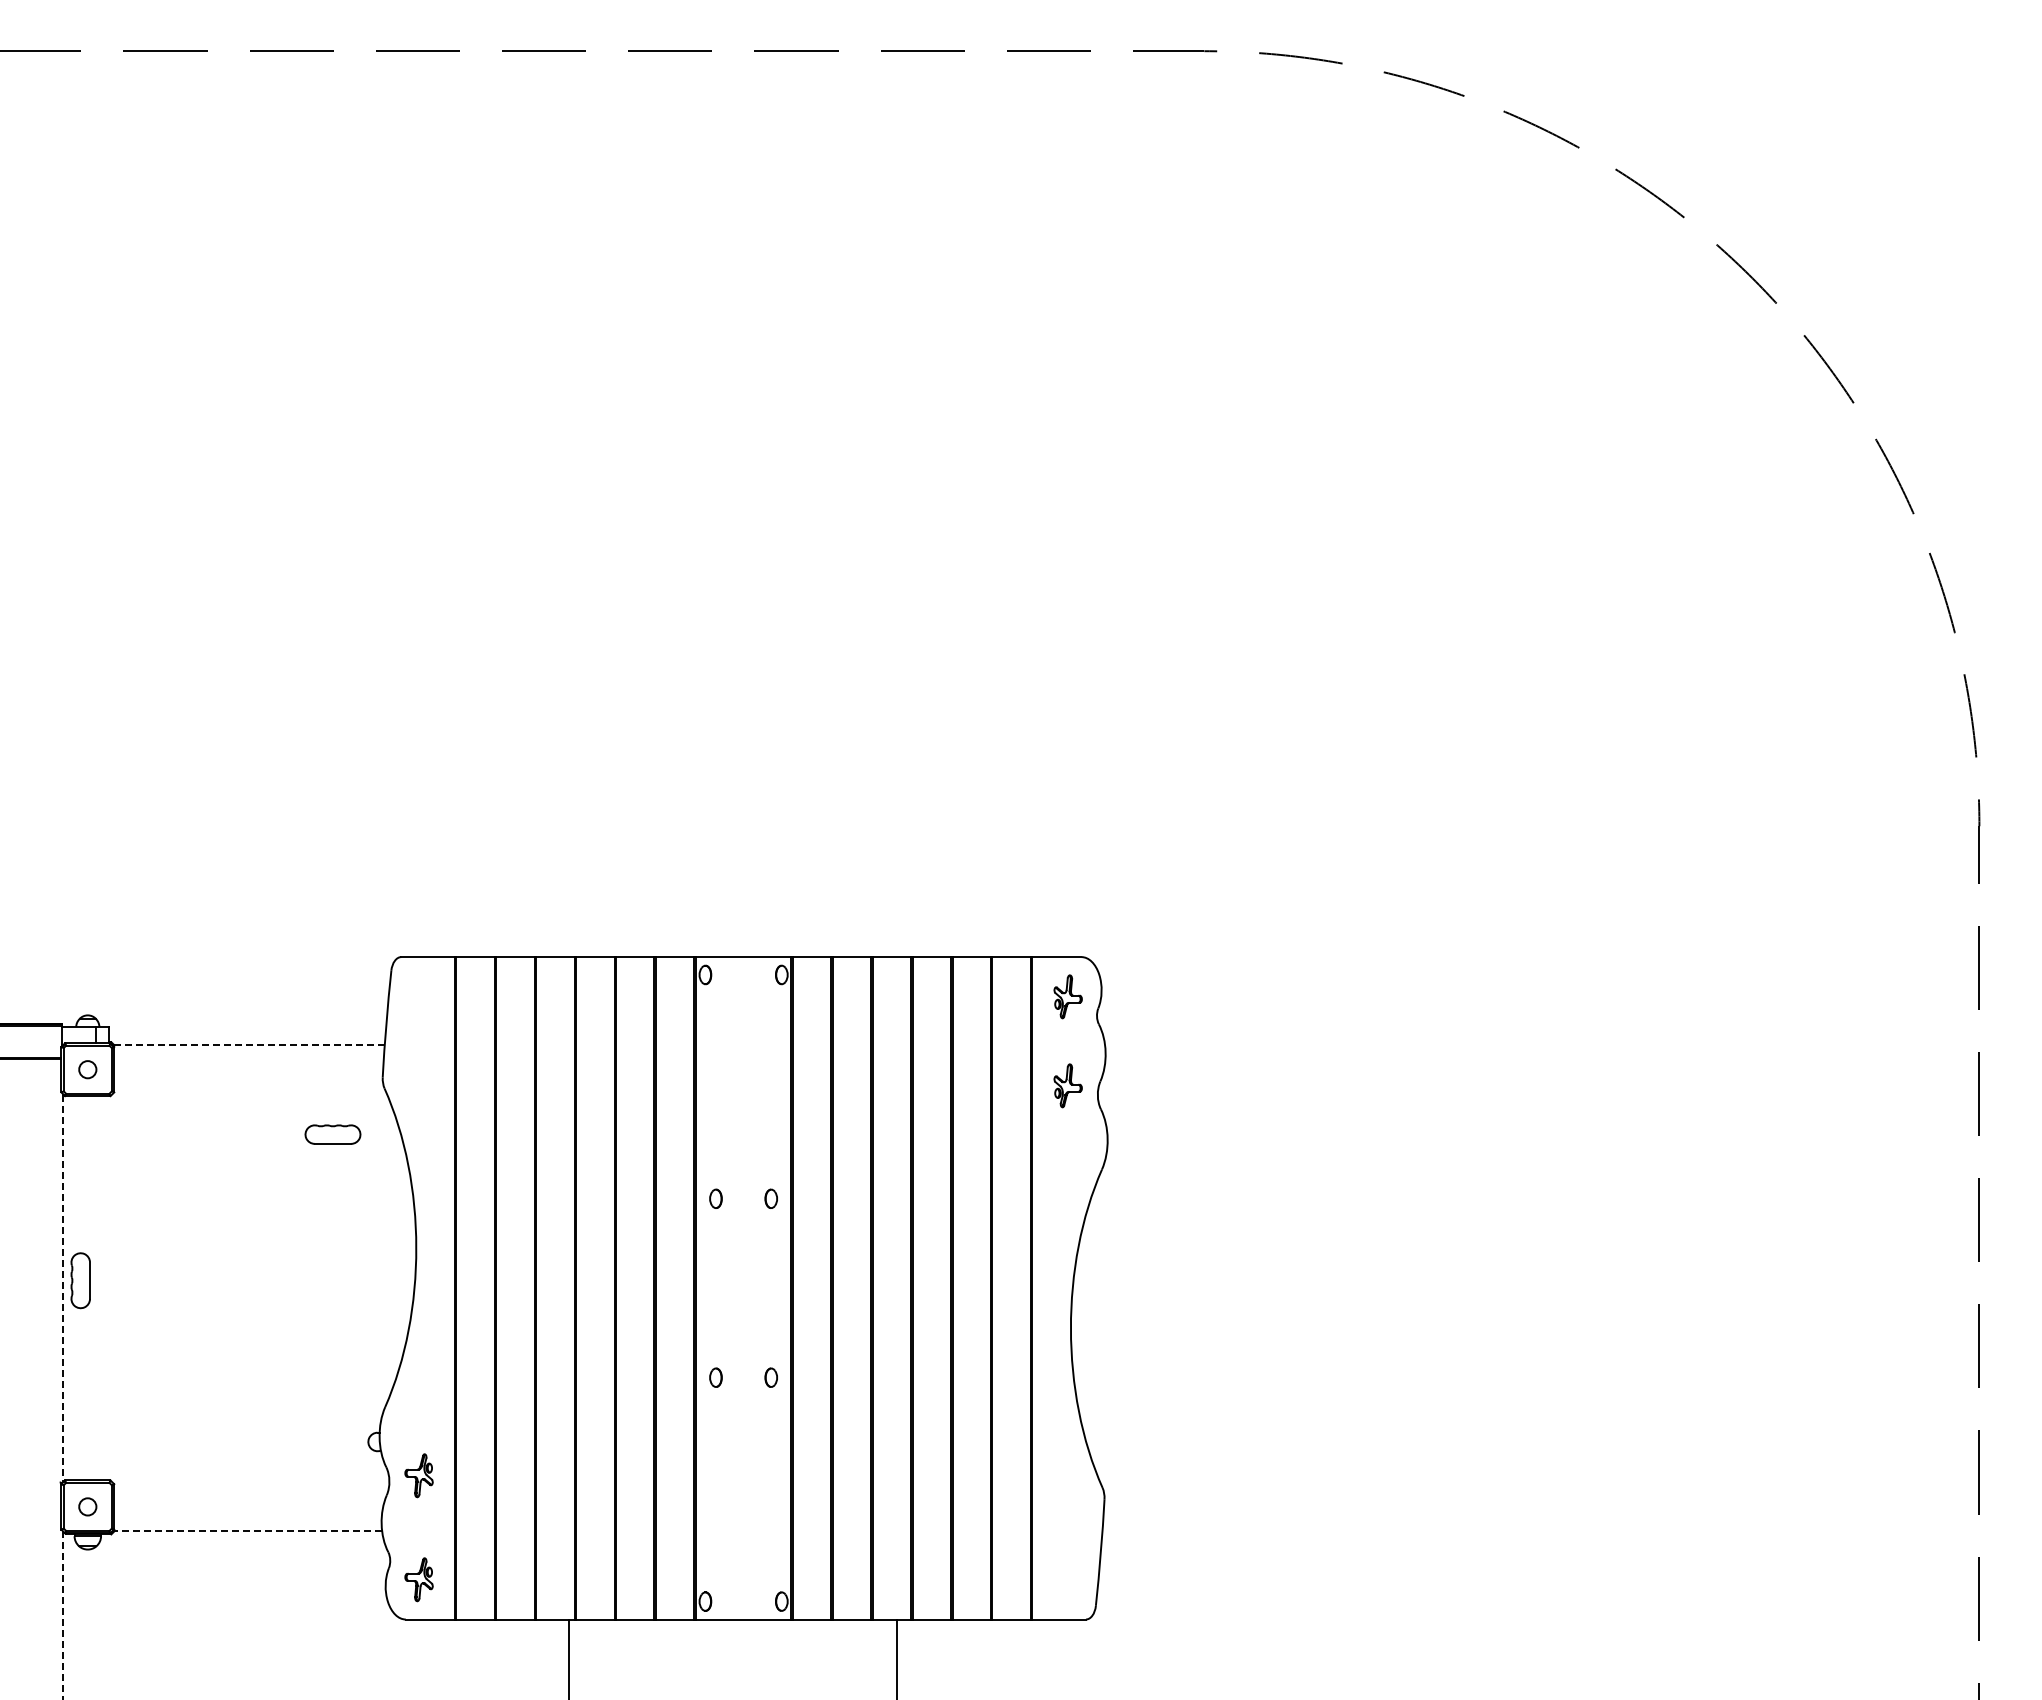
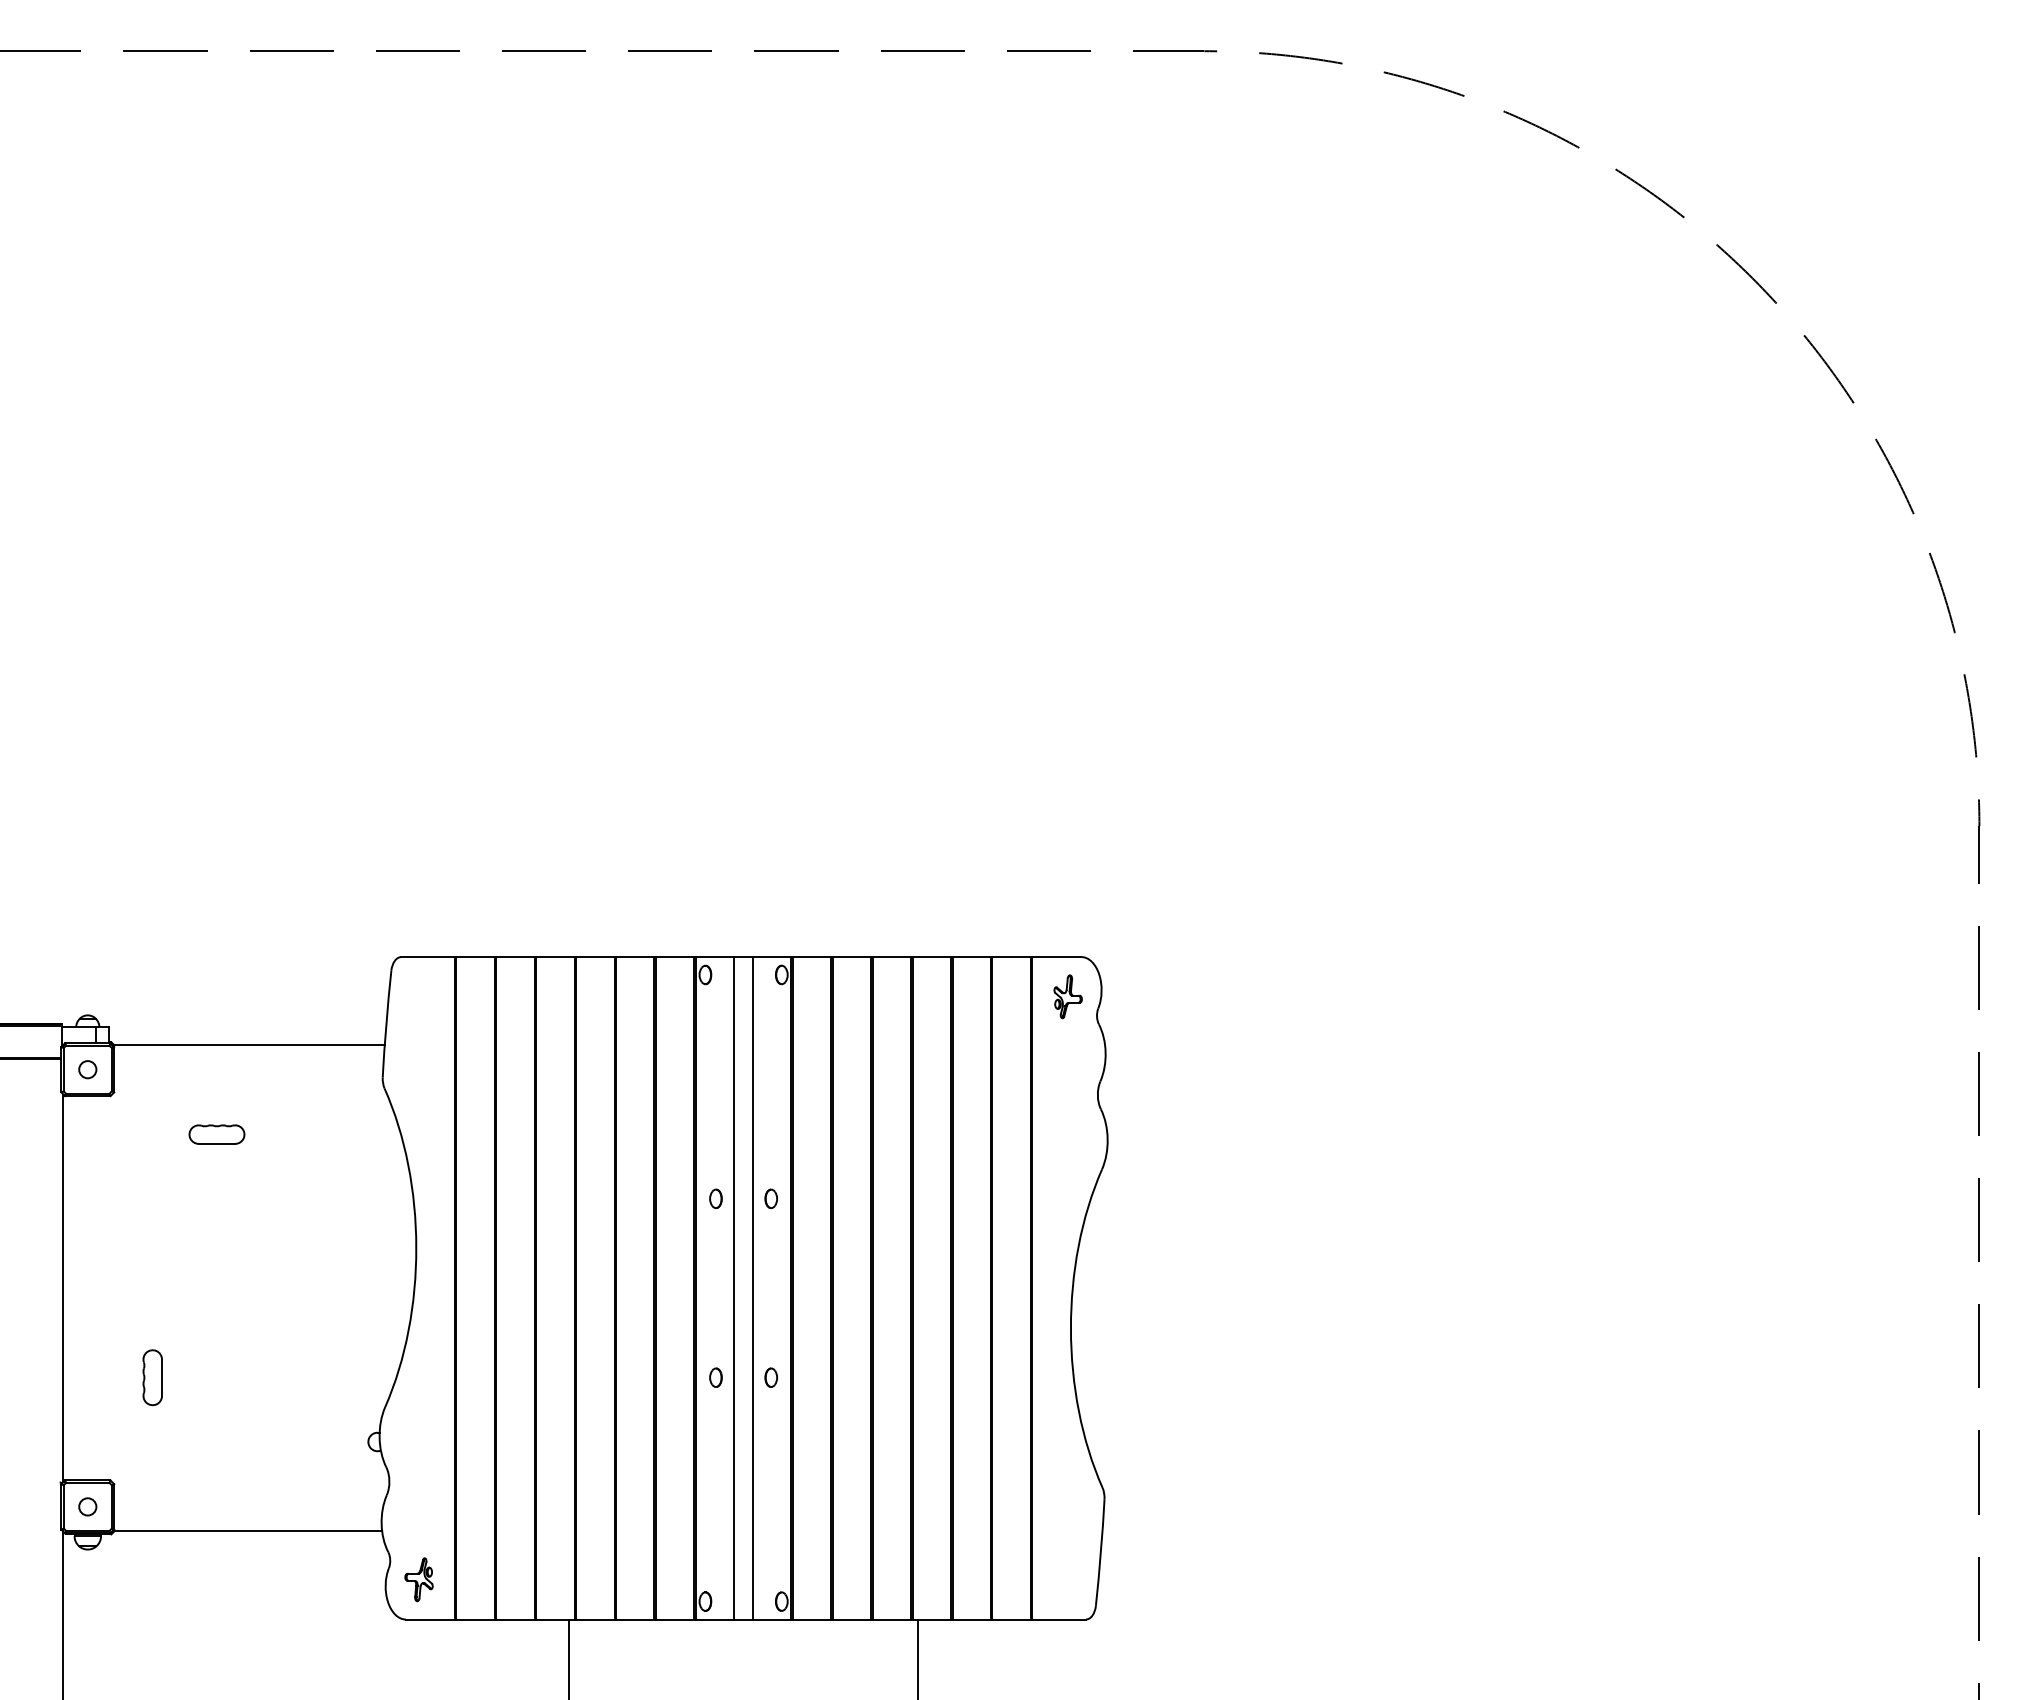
line at (248, 1045): dashed -> solid
part at (1067, 1085): present -> none
part at (332, 1134) position: (332, 1134) -> (216, 1134)
part at (80, 1280) position: (80, 1280) -> (152, 1377)
line at (63, 1288): dashed -> solid
line at (734, 1288): none -> present
line at (752, 1288): none -> present
part at (418, 1475): present -> none
line at (247, 1531): dashed -> solid
line at (62, 1615): dashed -> solid
line at (897, 1657) position: (897, 1657) -> (918, 1657)
